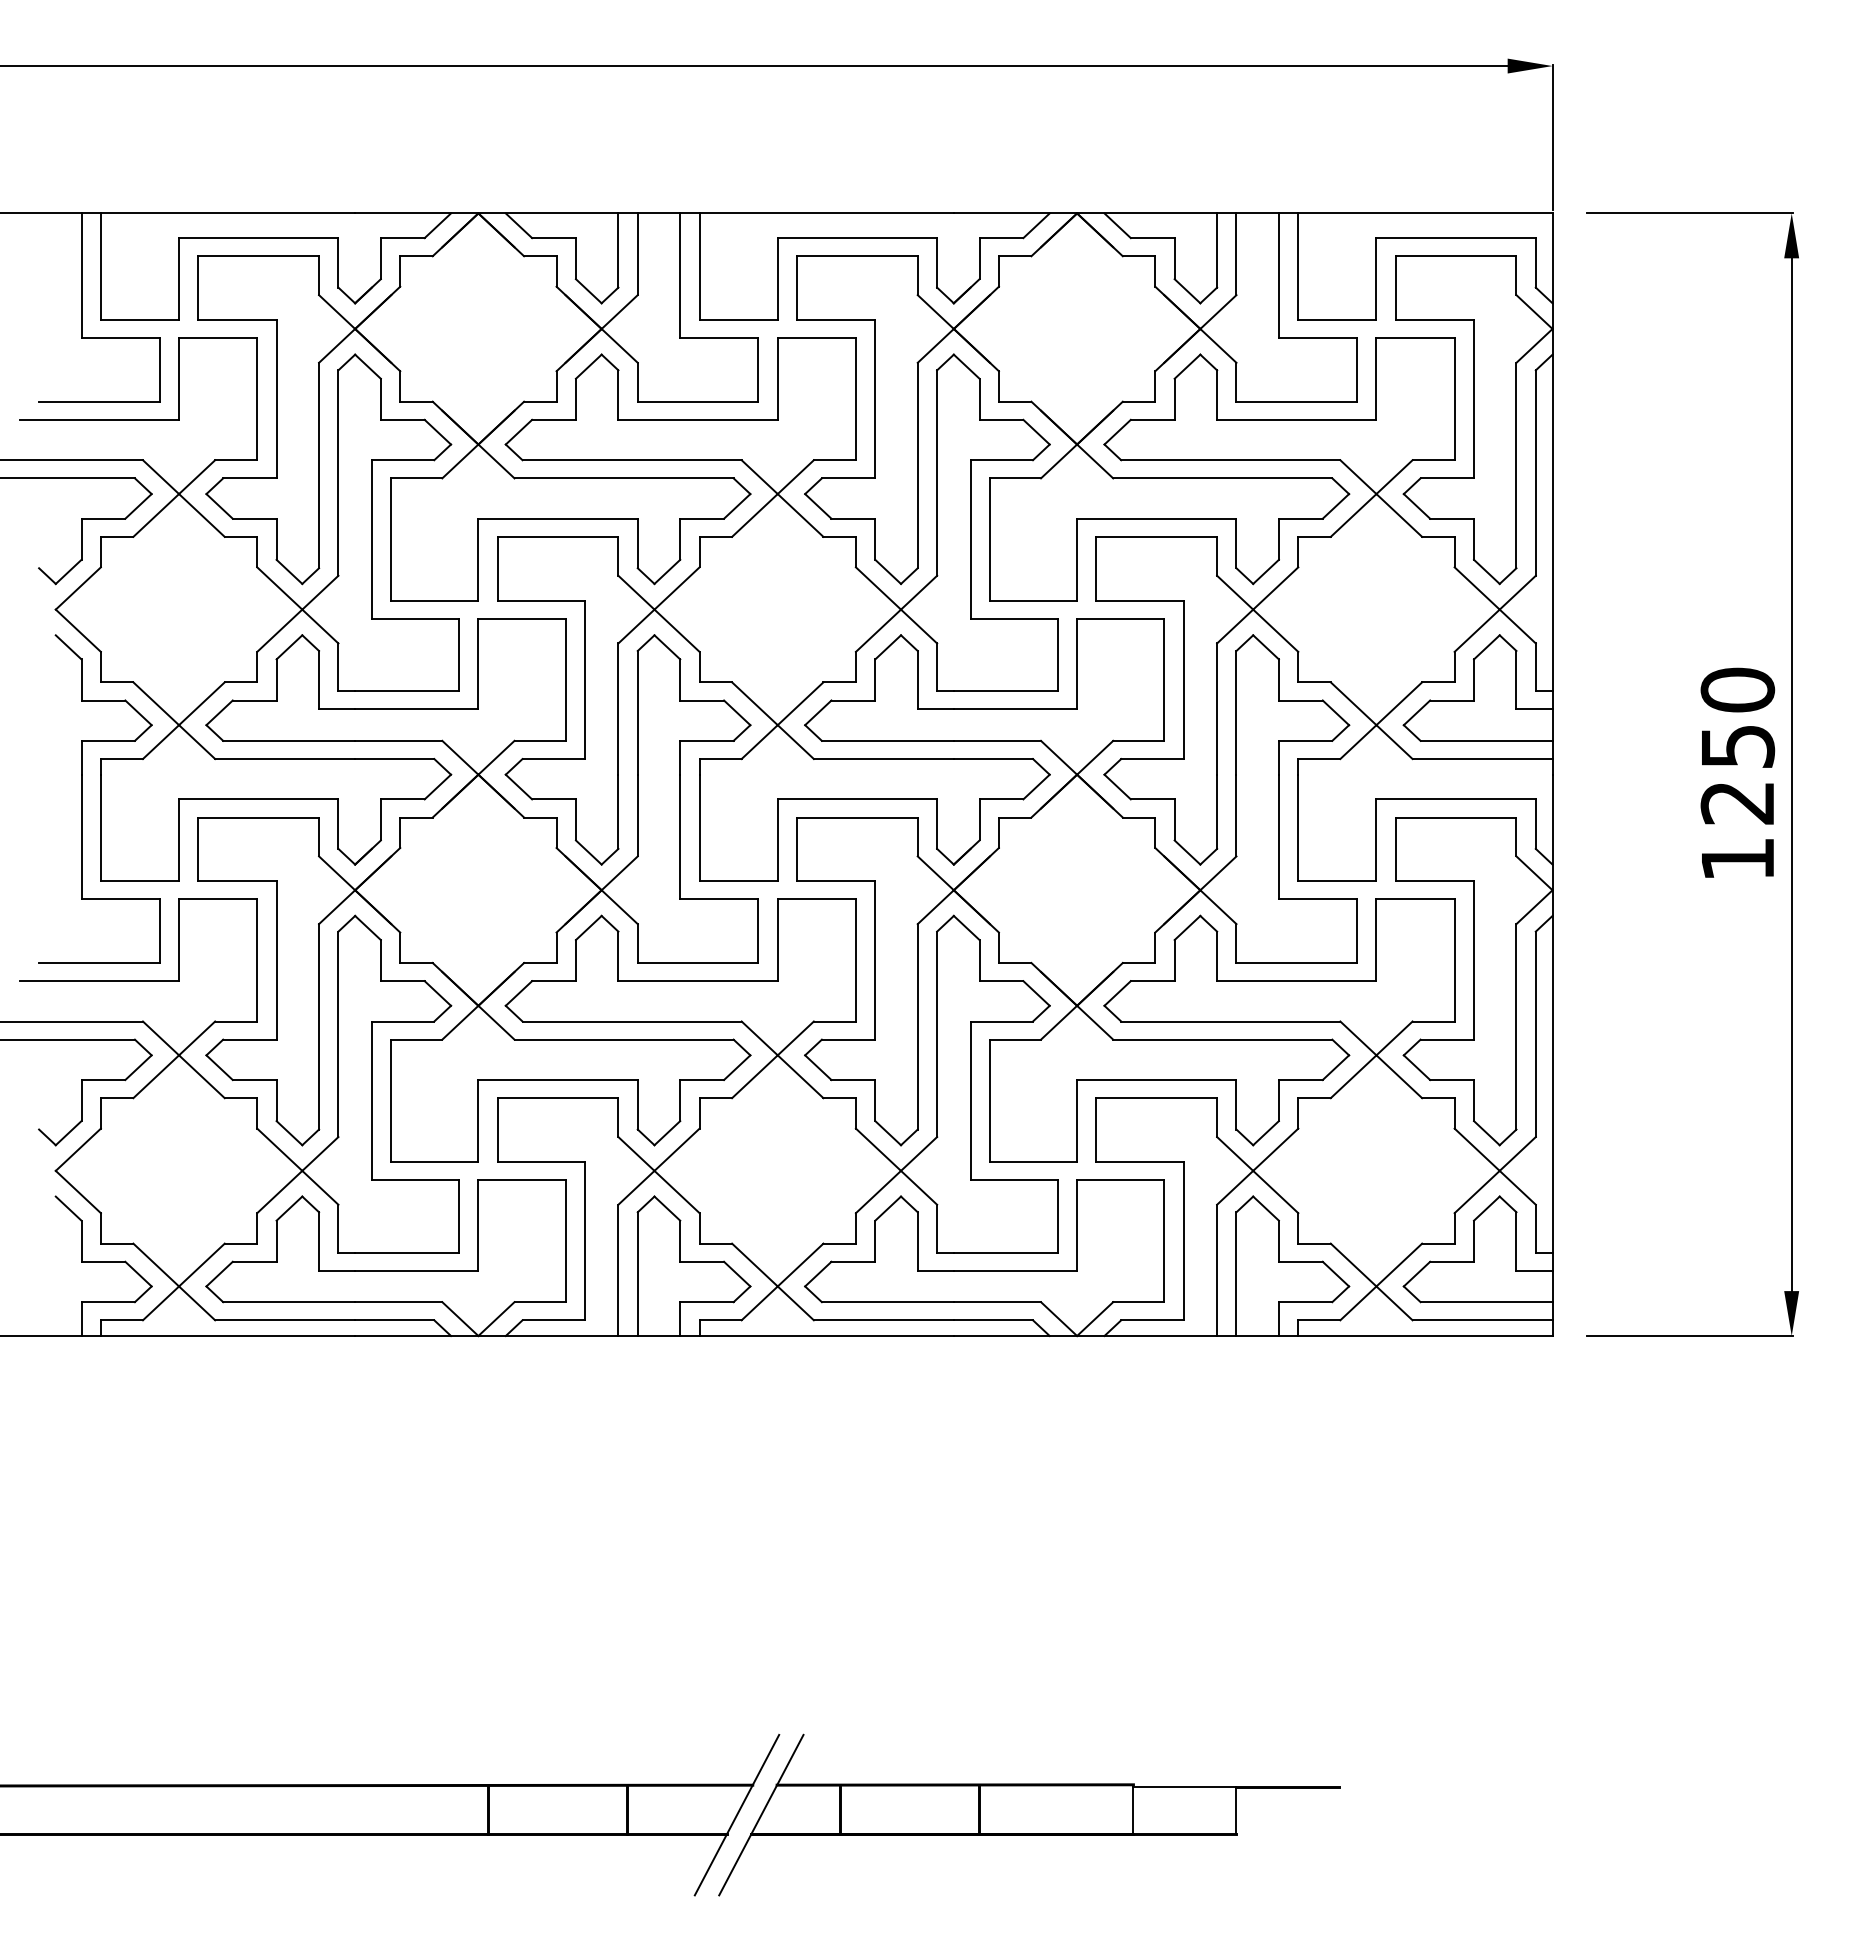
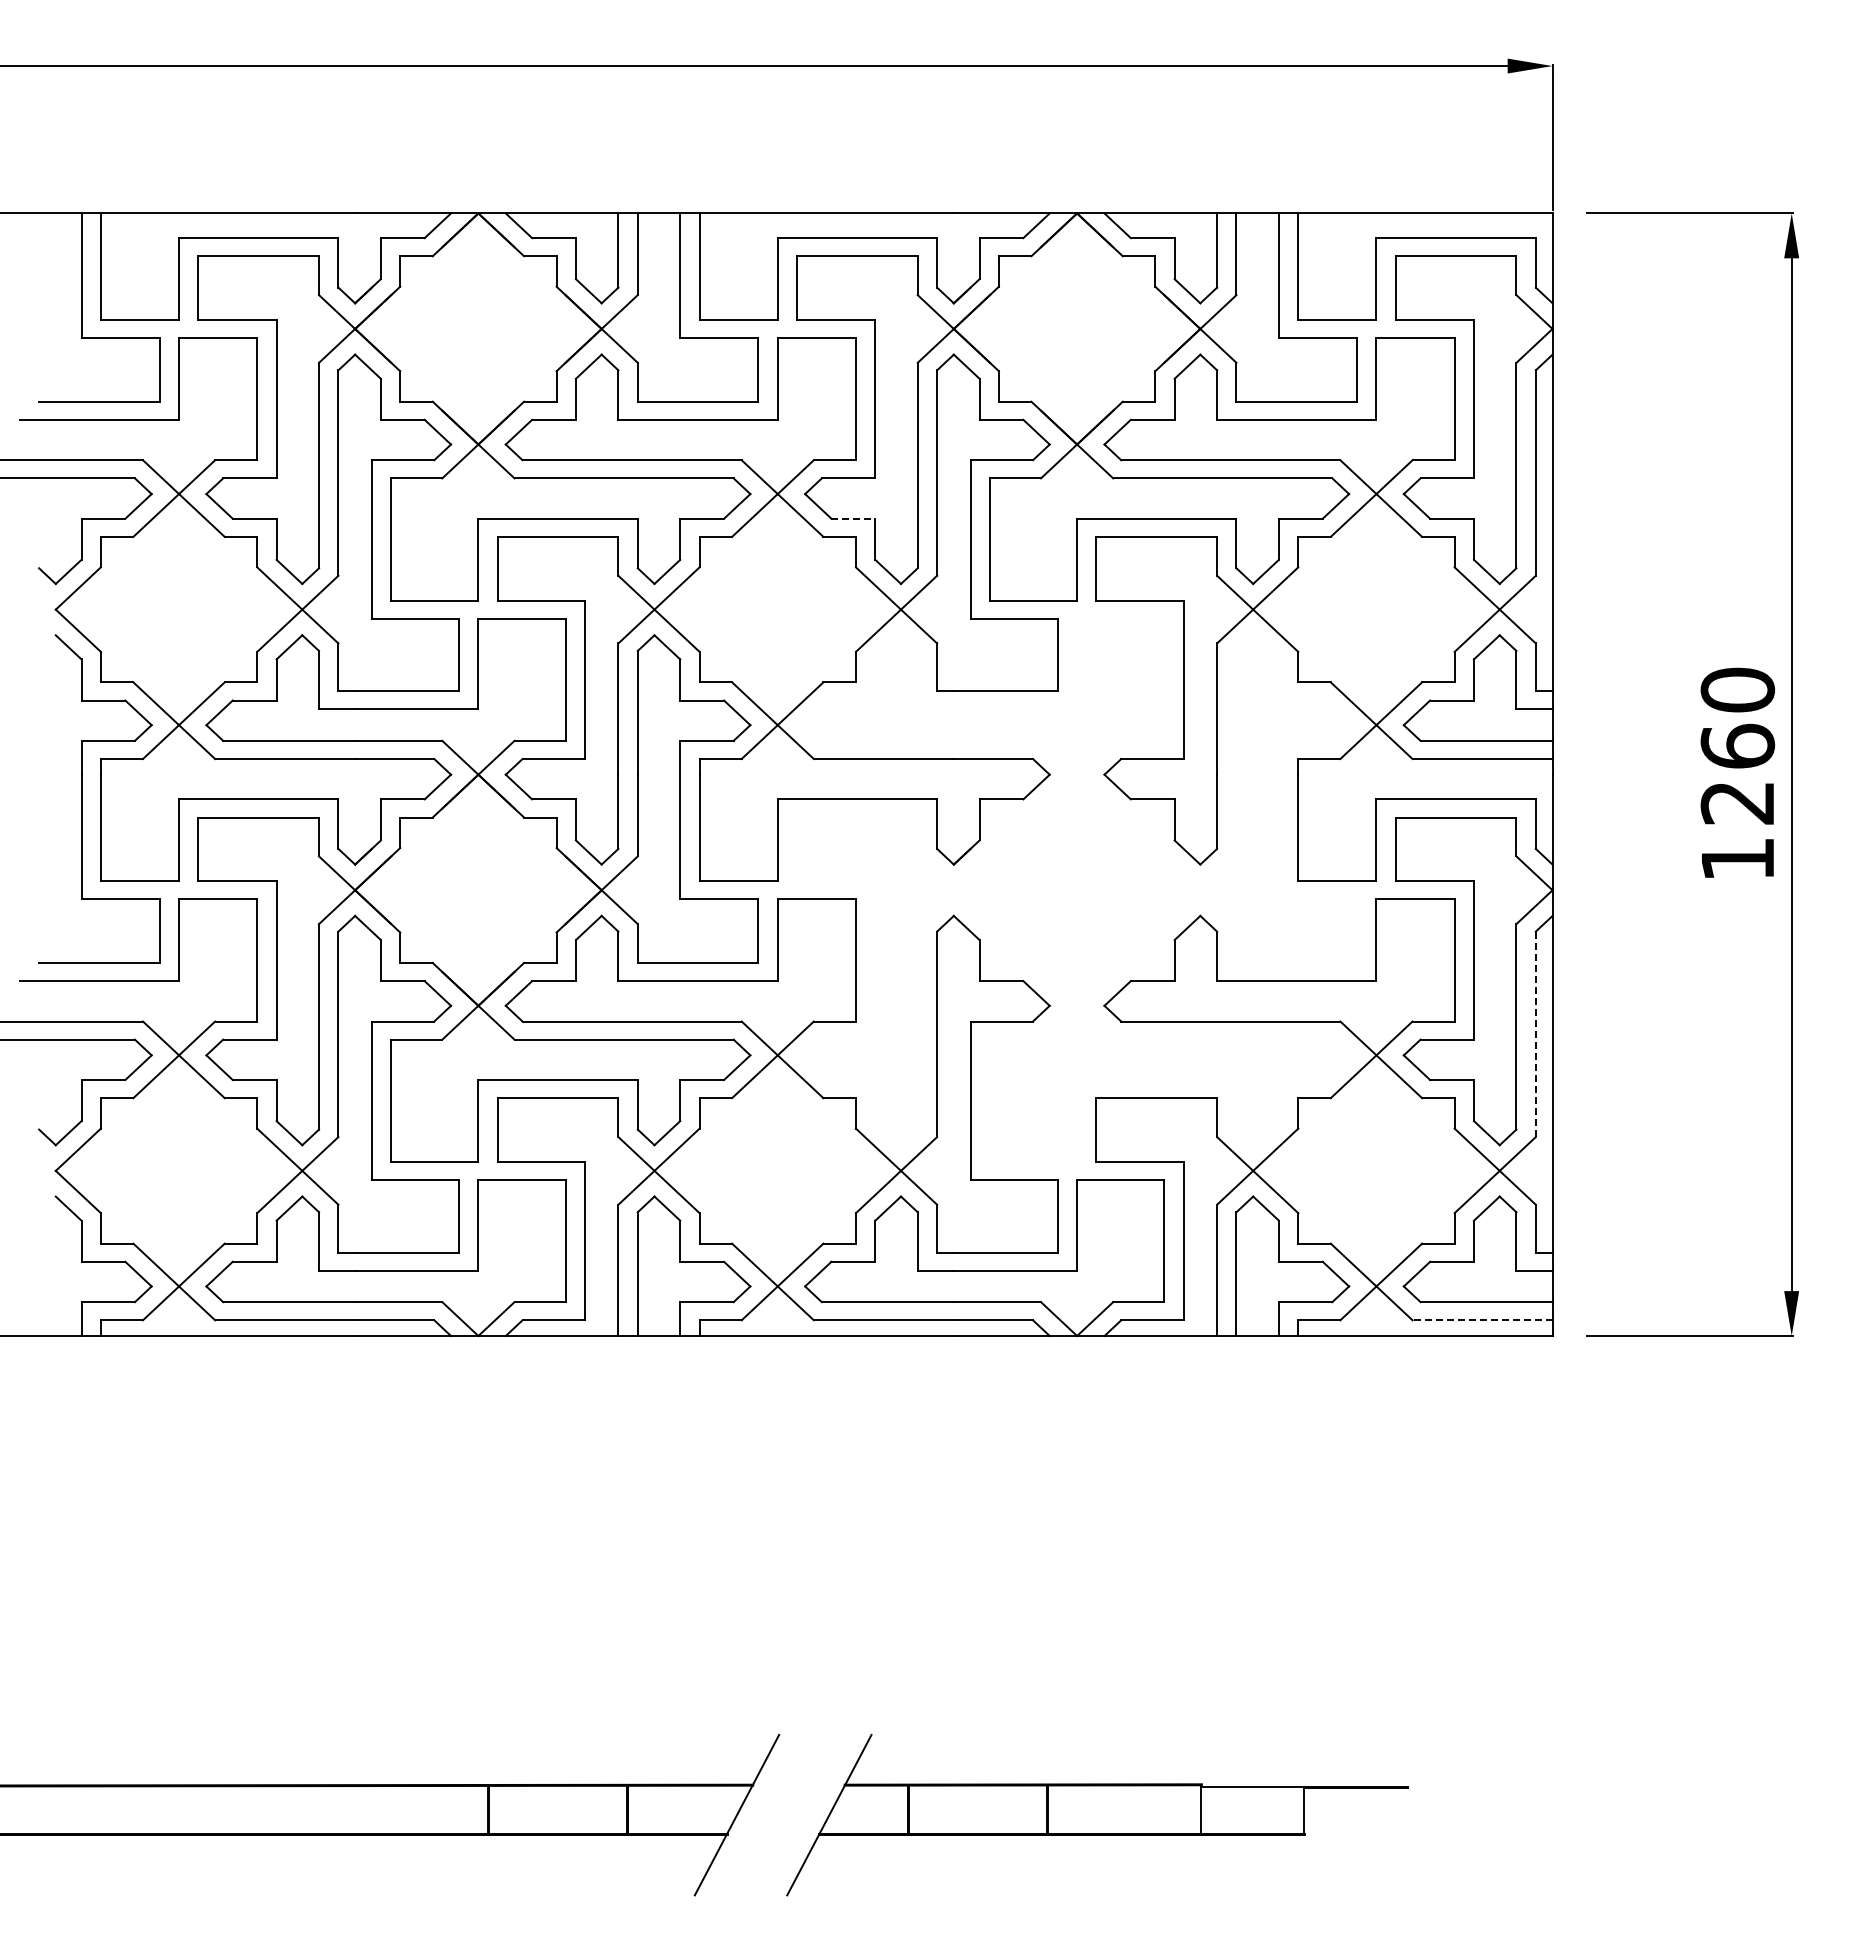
line at (853, 518): solid -> dashed
text at (1737, 745): 1250 -> 1260
part at (1076, 890): present -> none
line at (1535, 1034): solid -> dashed
line at (1482, 1320): solid -> dashed
part at (1029, 1814) position: (1029, 1814) -> (1097, 1814)
